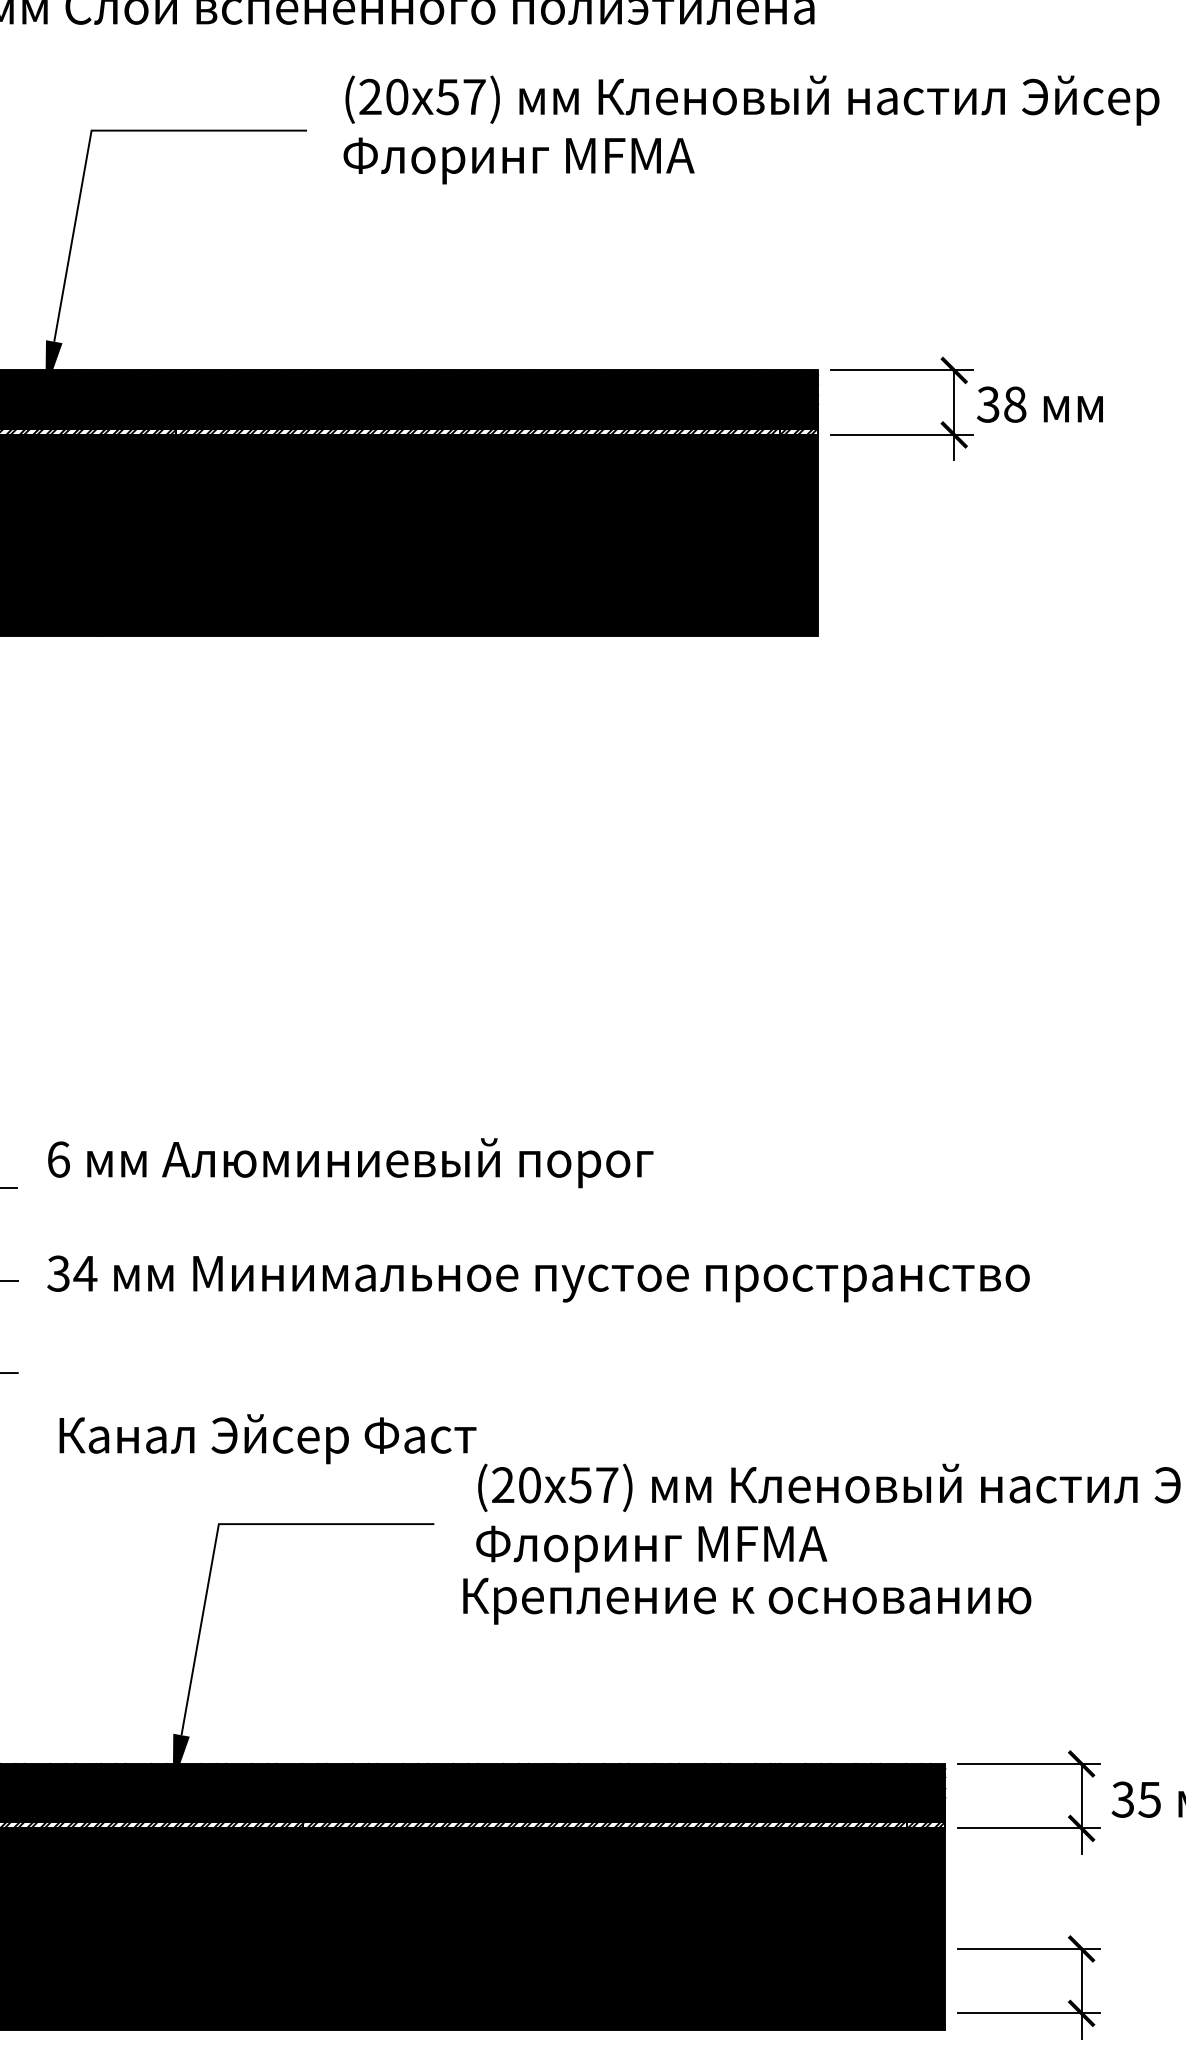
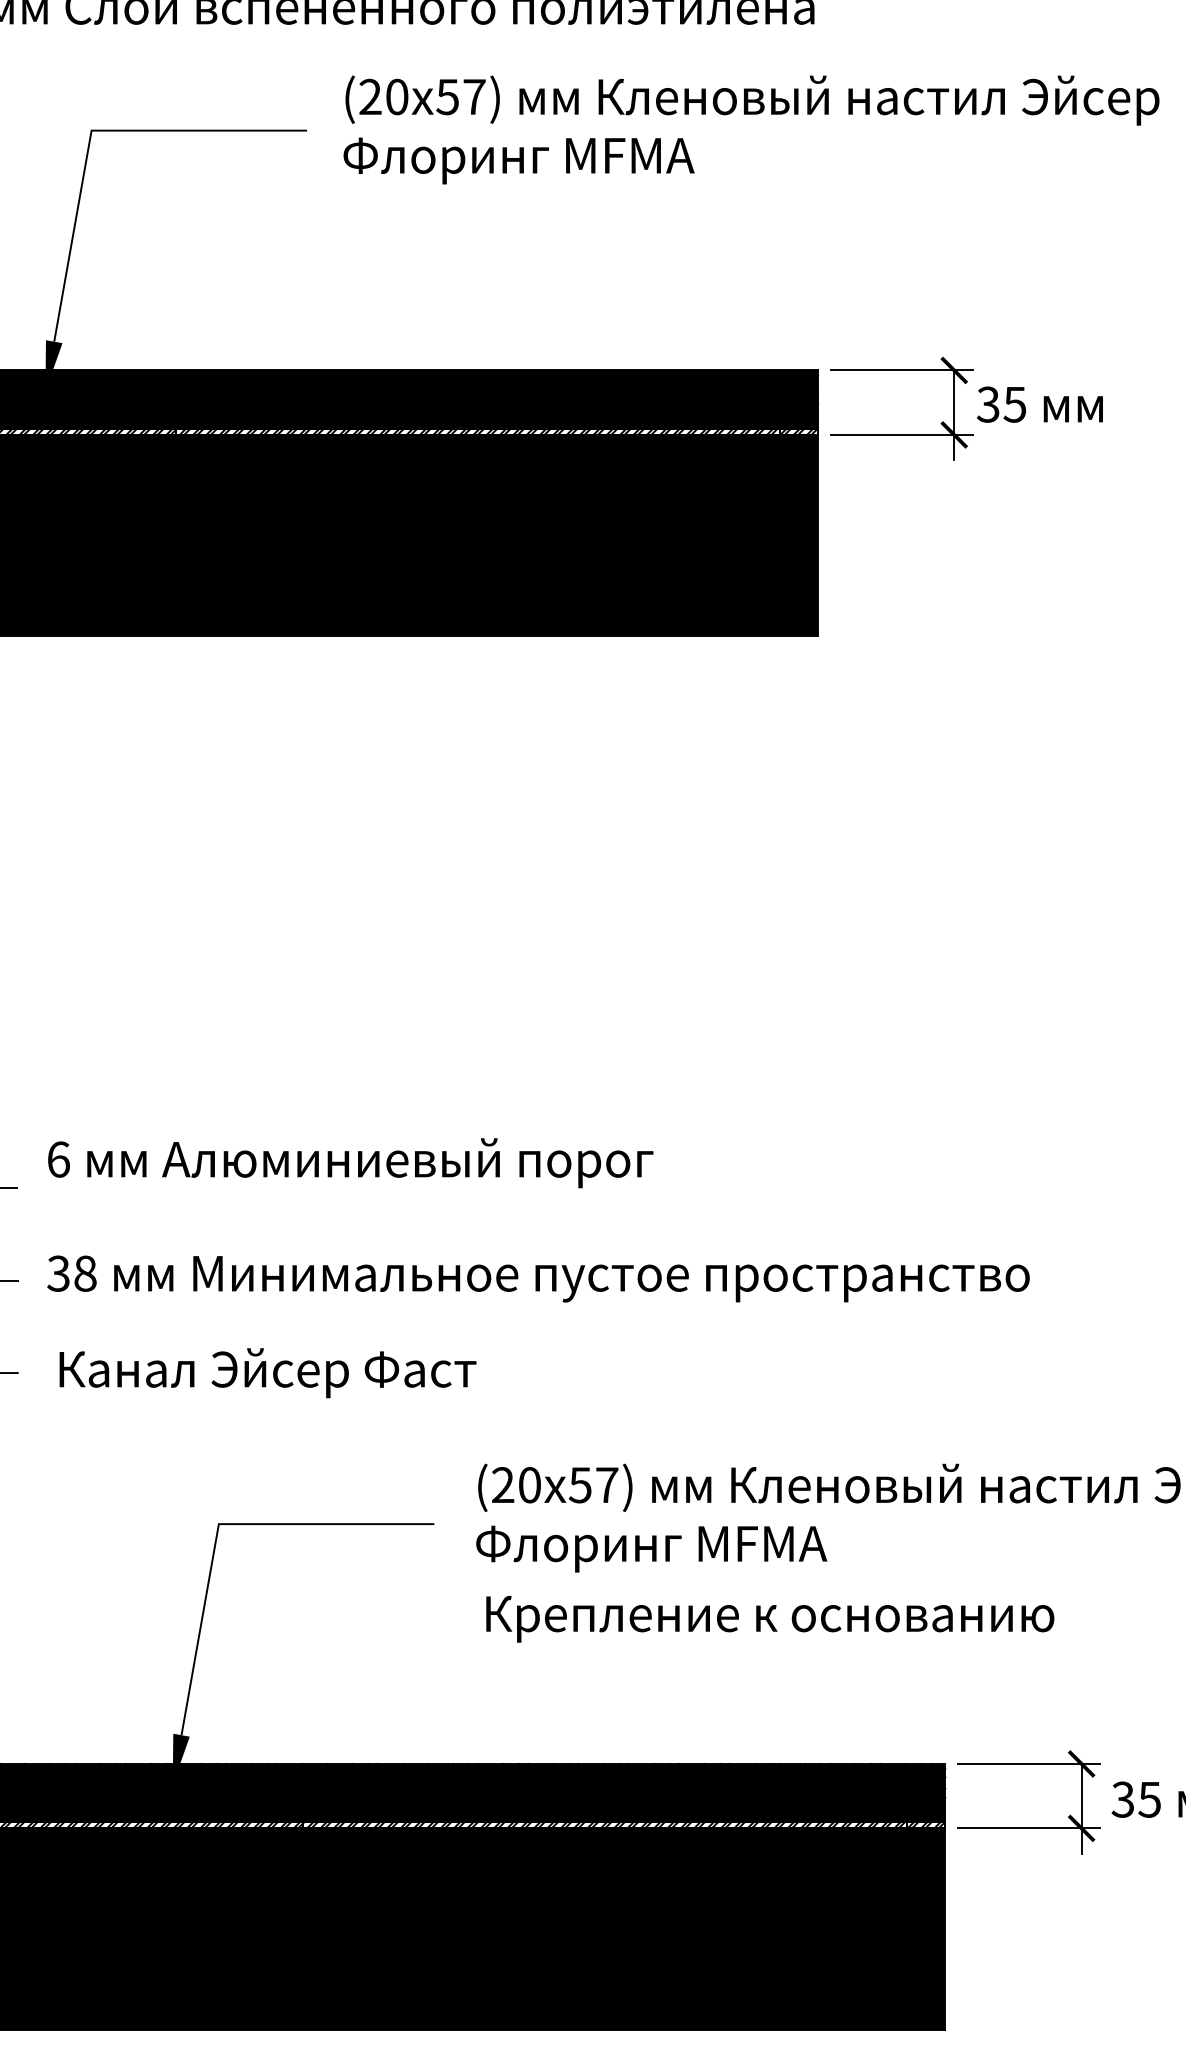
text at (1014, 404): 38 -> 35
text at (85, 1273): 34 -> 38
text at (267, 1439) position: (267, 1439) -> (267, 1373)
text at (747, 1601) position: (747, 1601) -> (770, 1619)
part at (1028, 2012): present -> none
